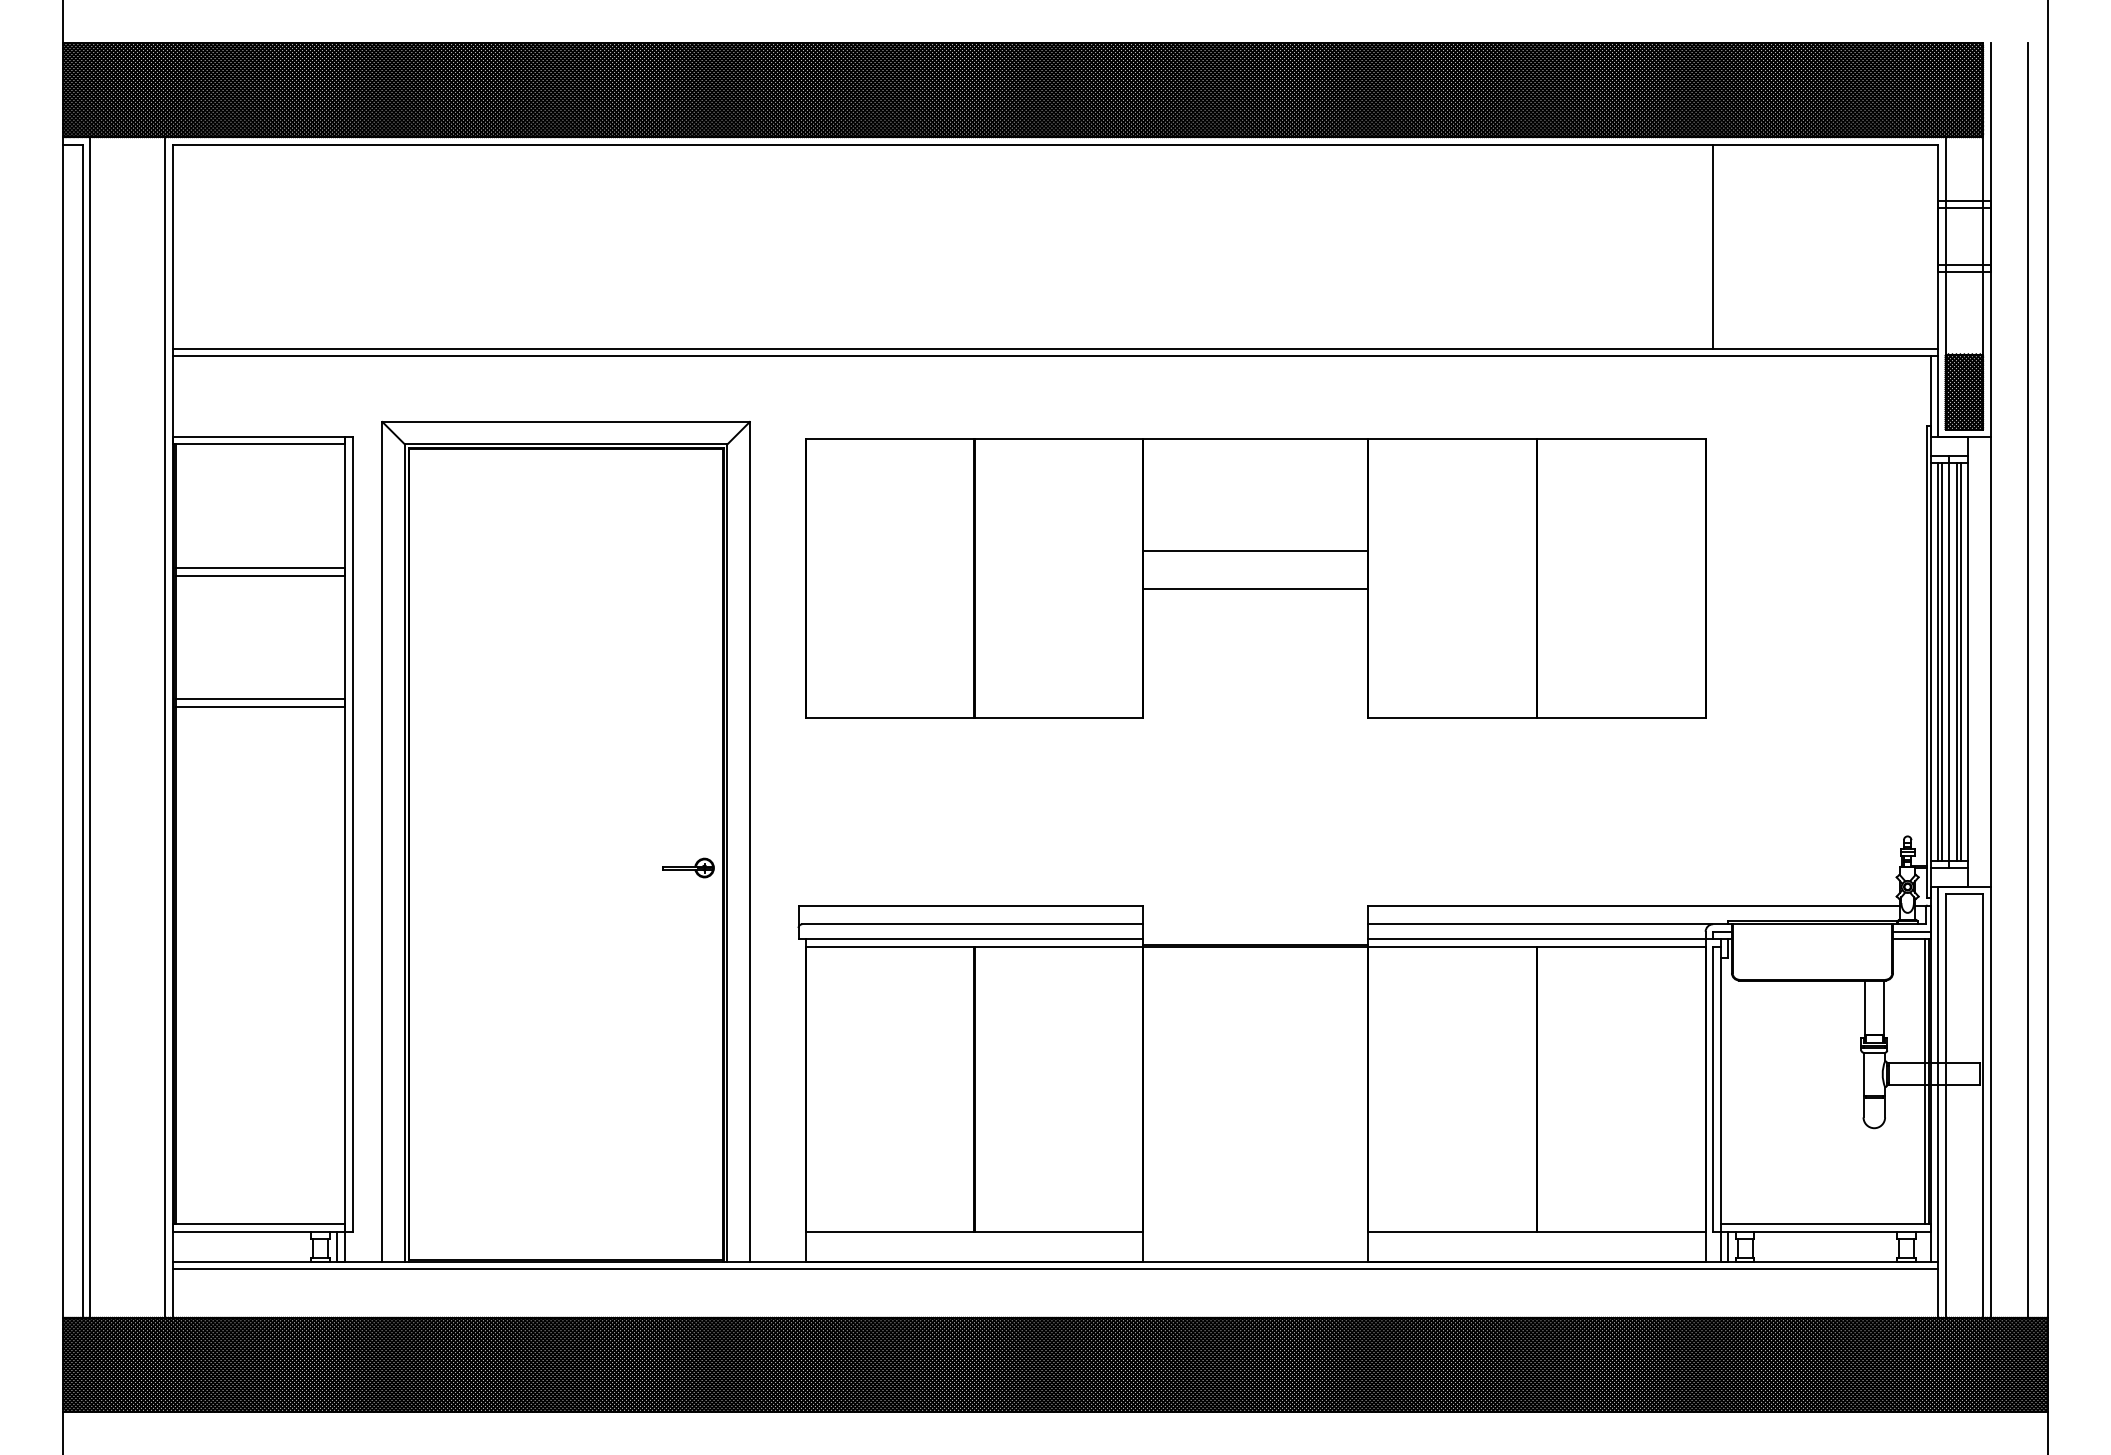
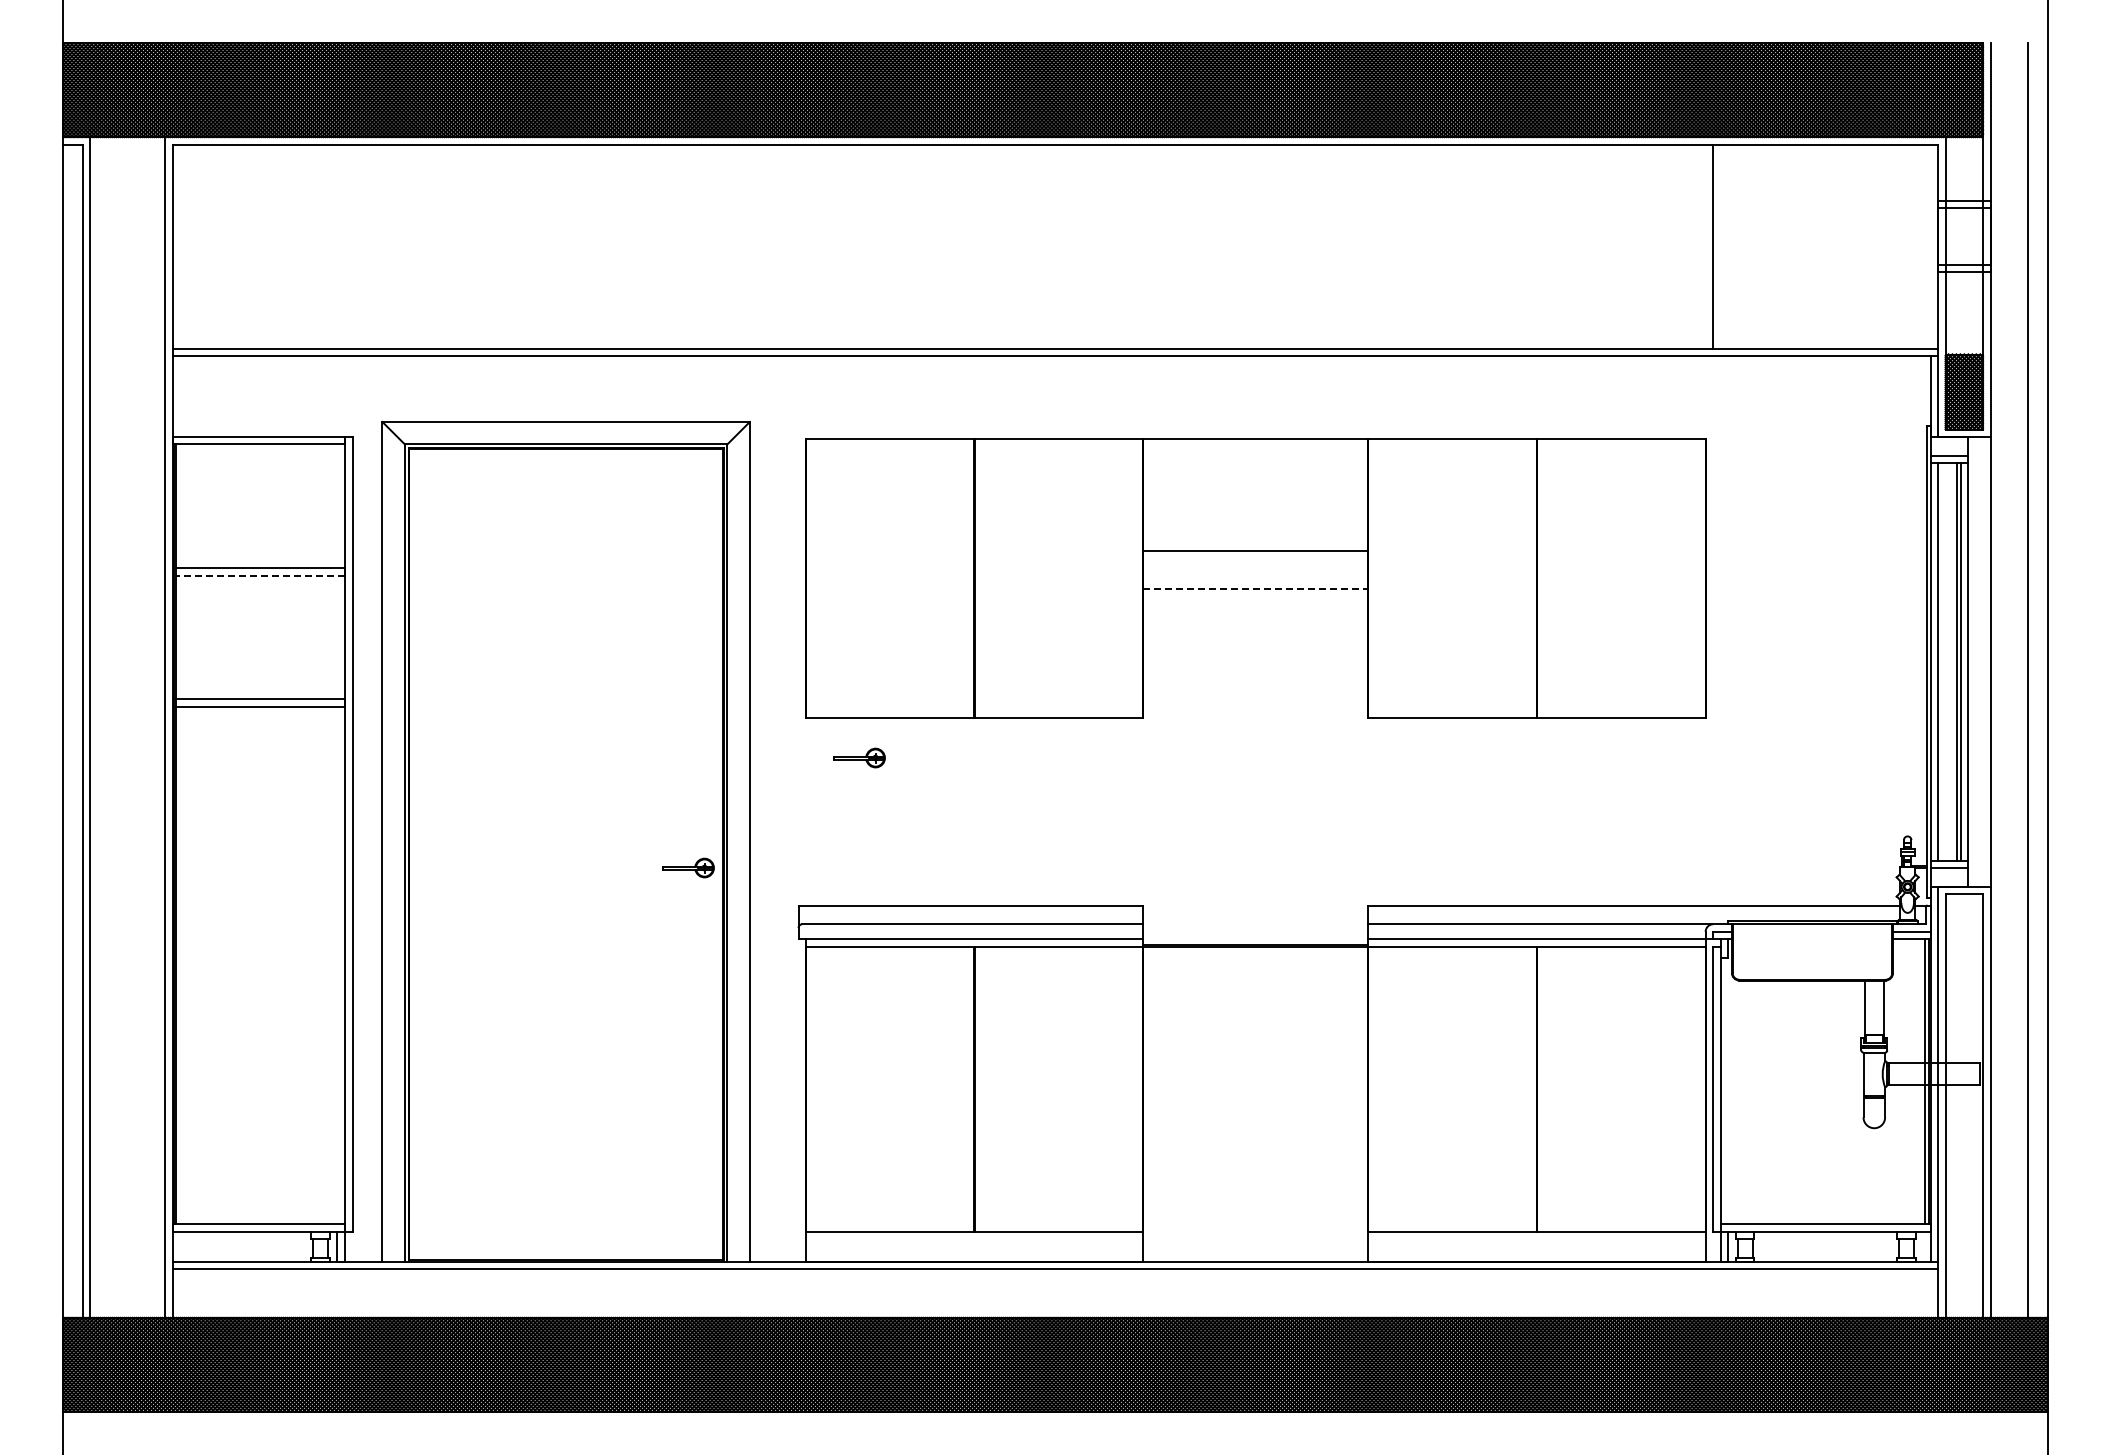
line at (259, 575): solid -> dashed
line at (1256, 588): solid -> dashed
line at (1941, 661): present -> none
line at (1949, 661): present -> none
part at (859, 757): none -> present
